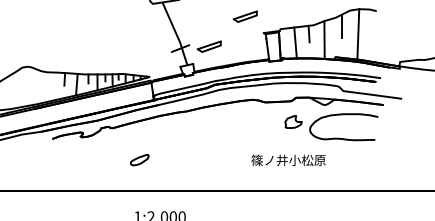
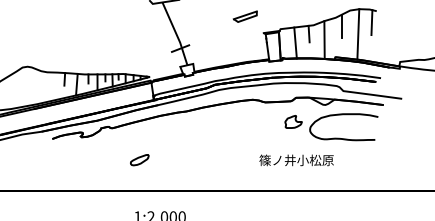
line at (371, 22): none -> present
part at (208, 46): present -> none
text at (288, 160) position: (288, 160) -> (296, 160)
